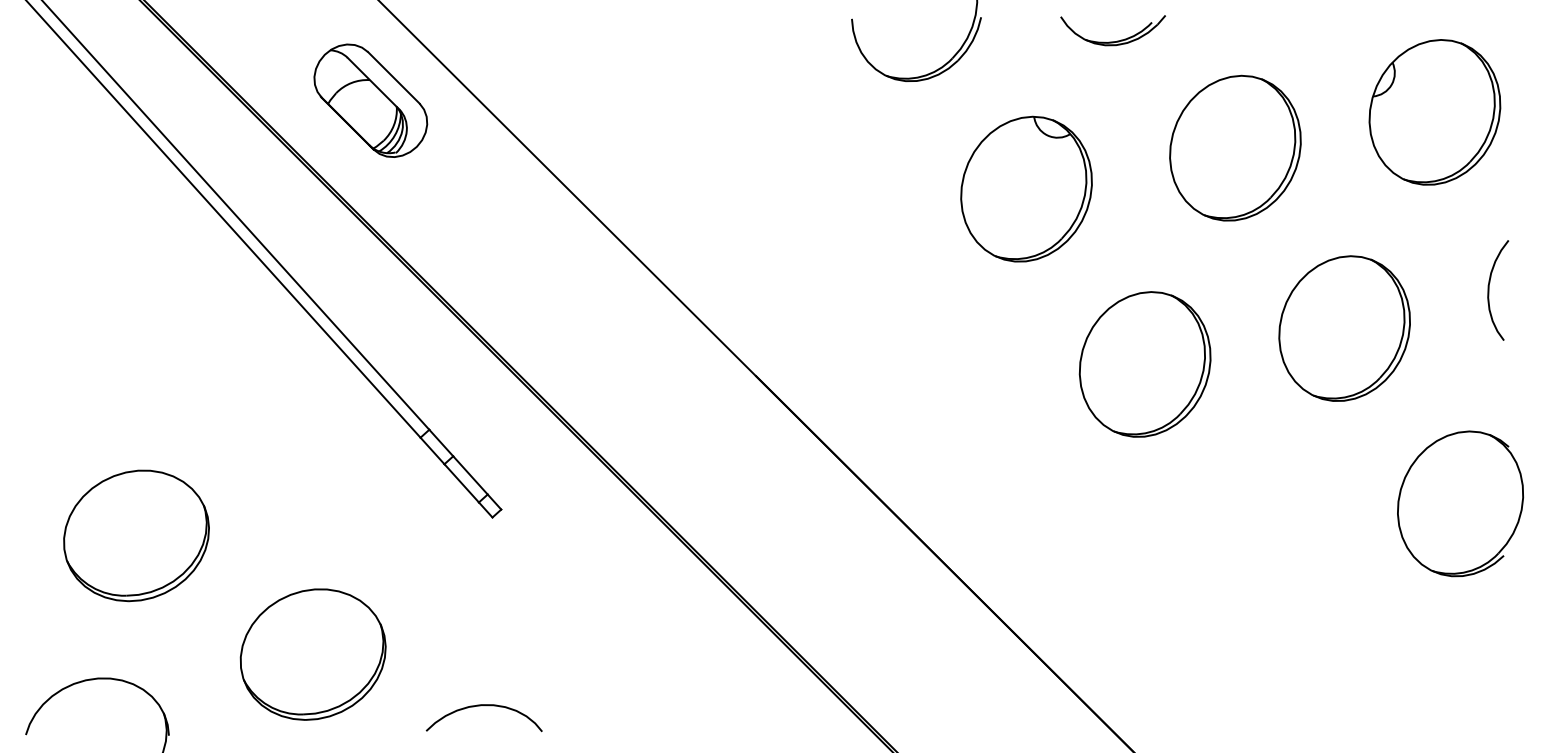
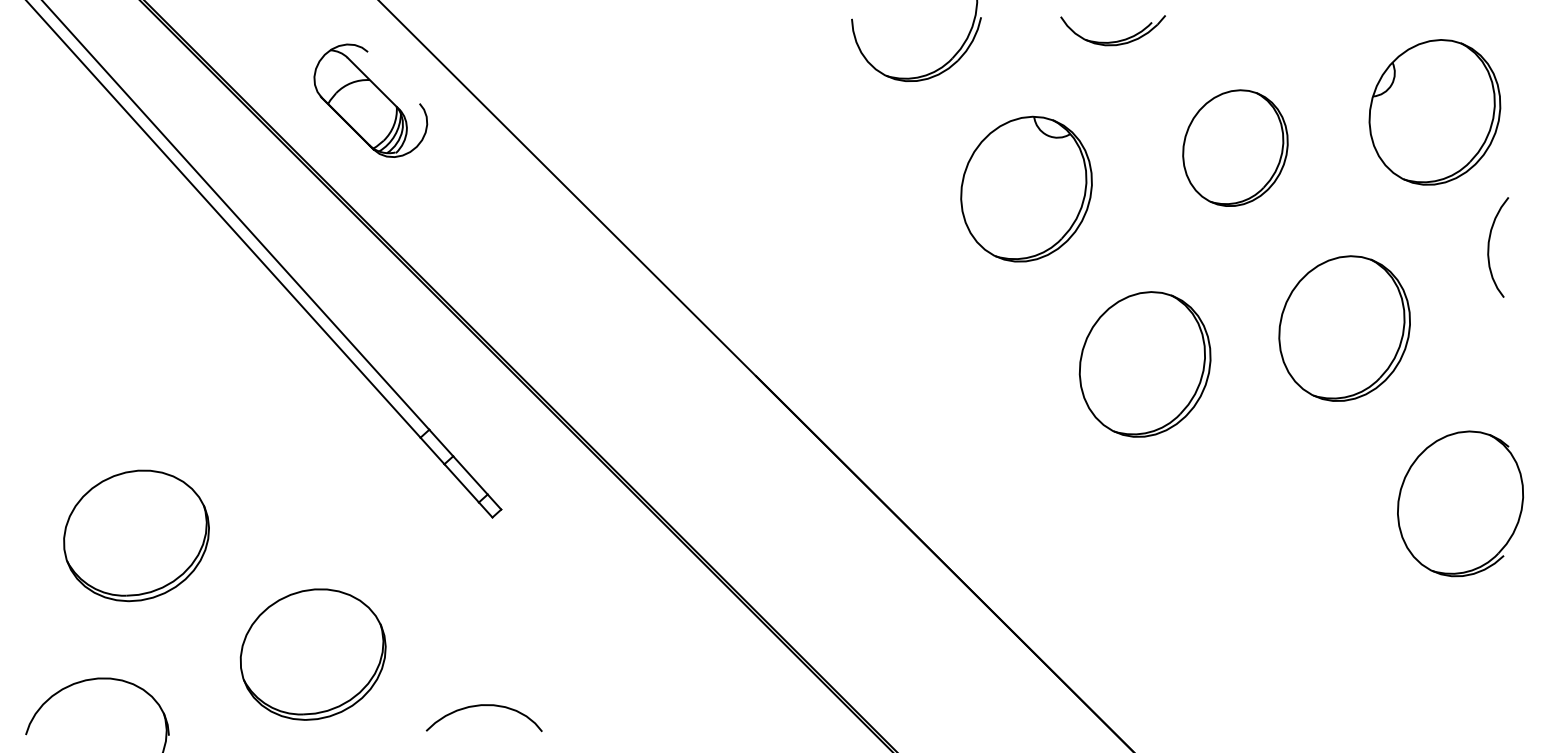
line at (393, 77): present -> none
part at (1235, 147) size: 133x148 px -> 107x118 px
curve at (1489, 290) position: (1489, 290) -> (1489, 247)
